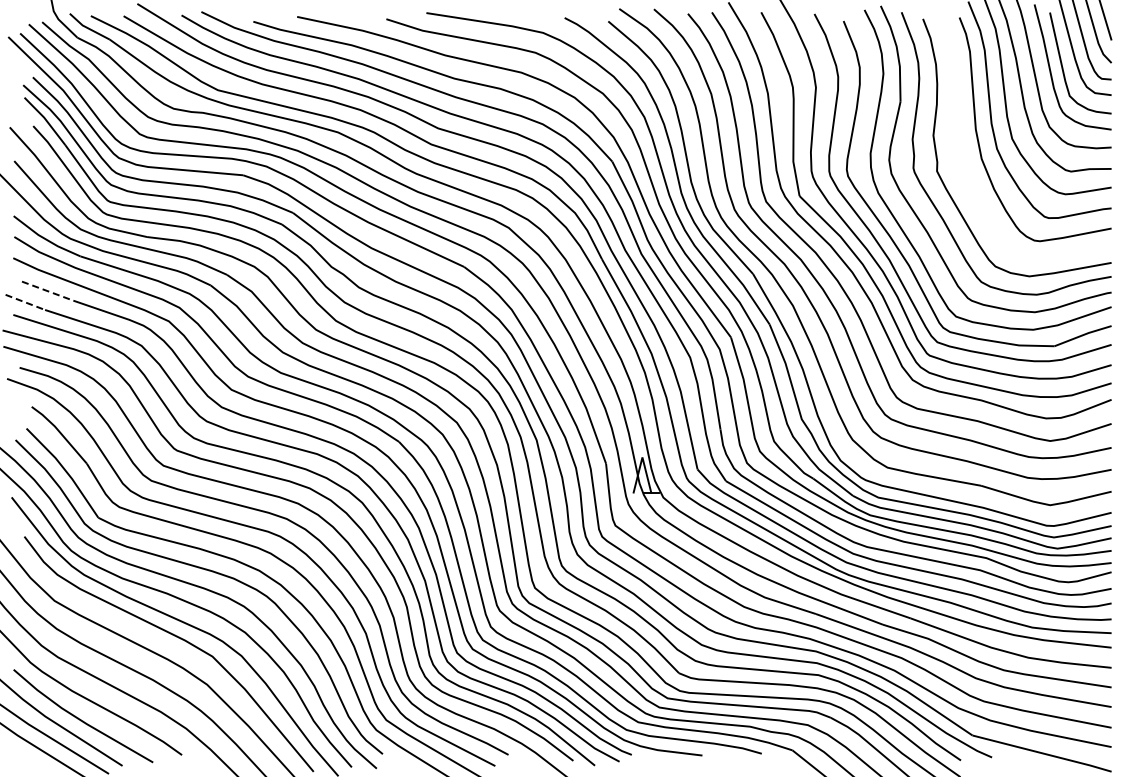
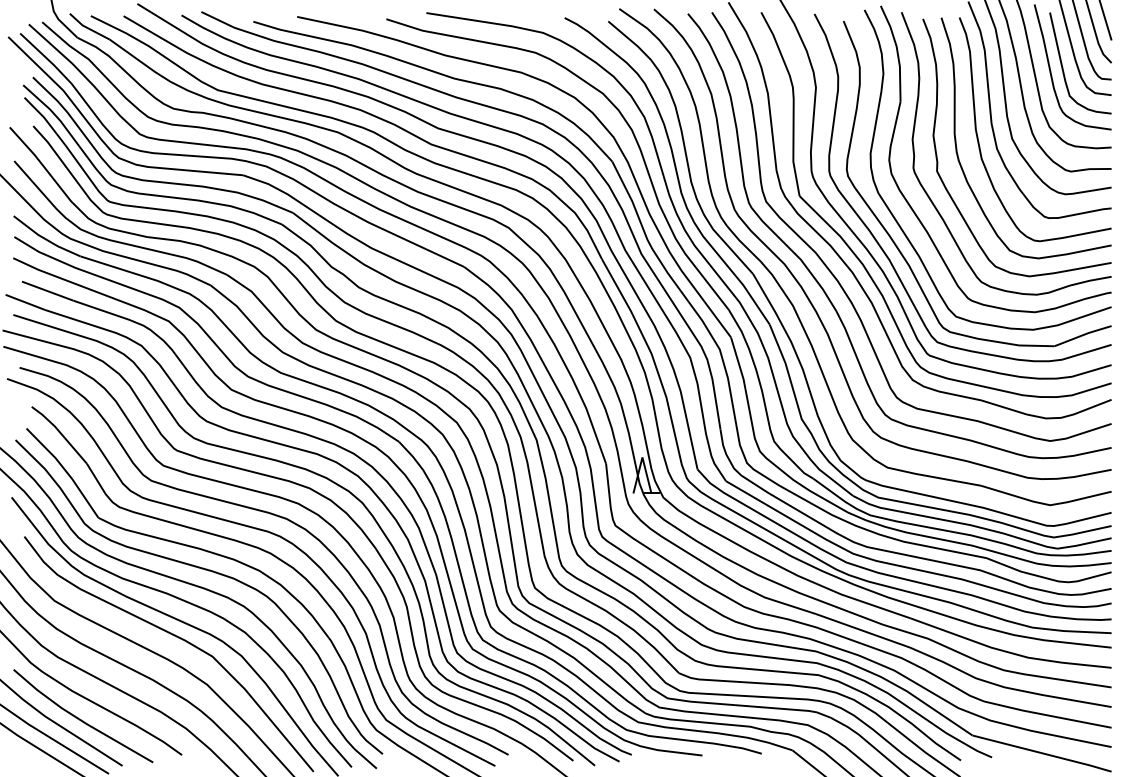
curve at (957, 147): none -> present
line at (48, 291): dashed -> solid
line at (25, 302): dashed -> solid
